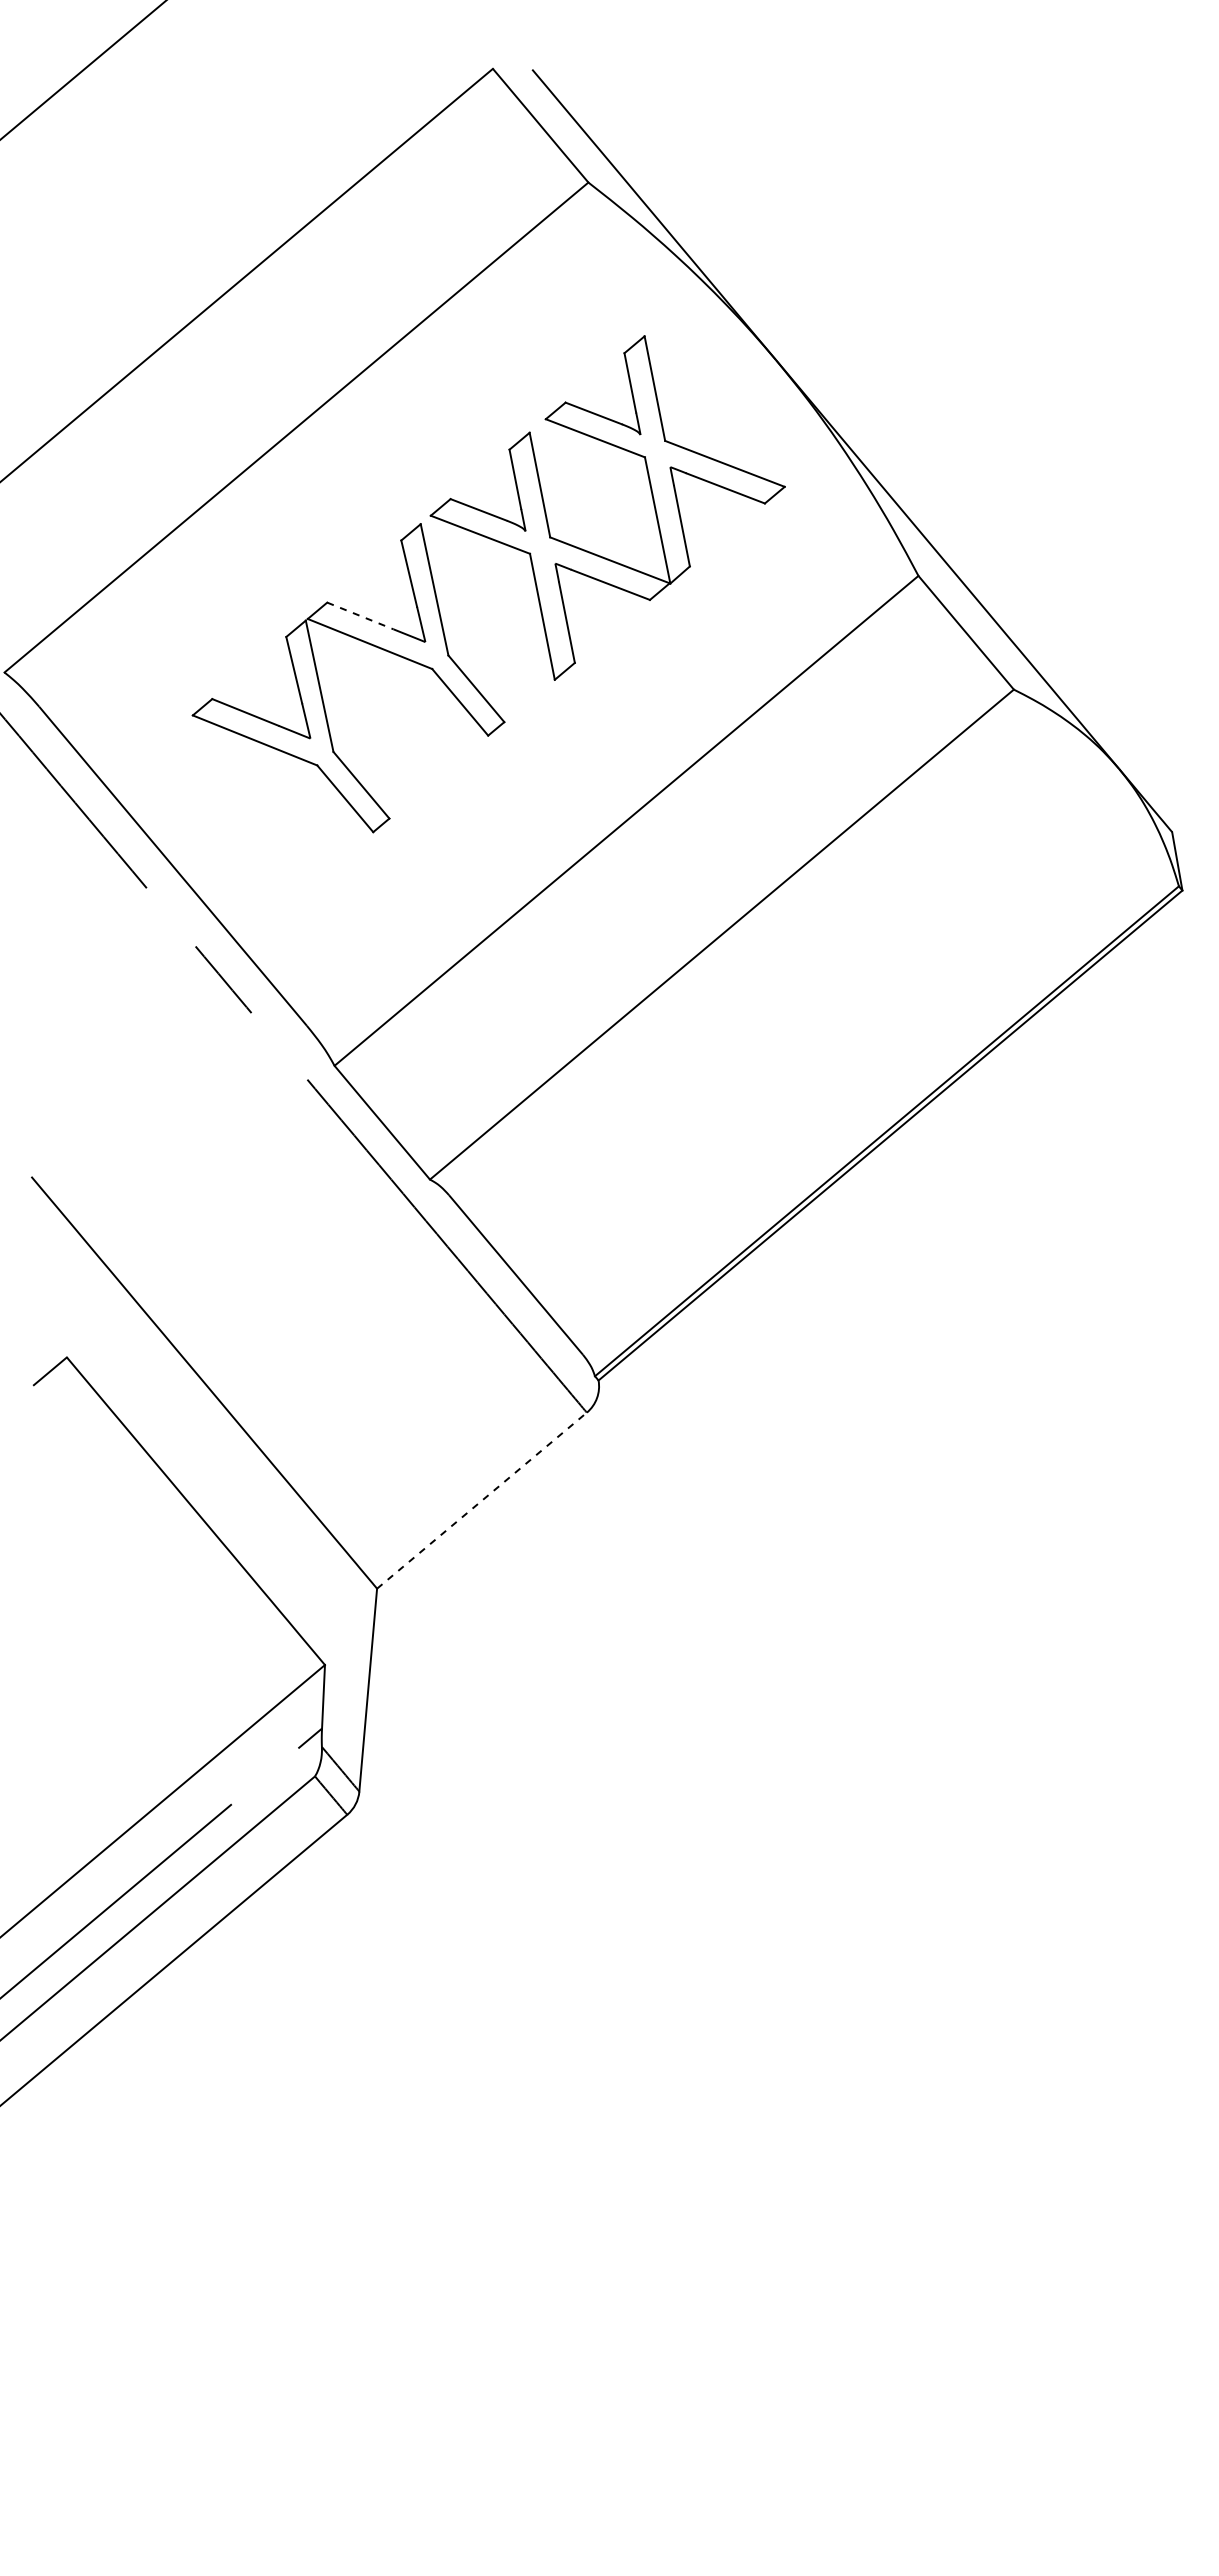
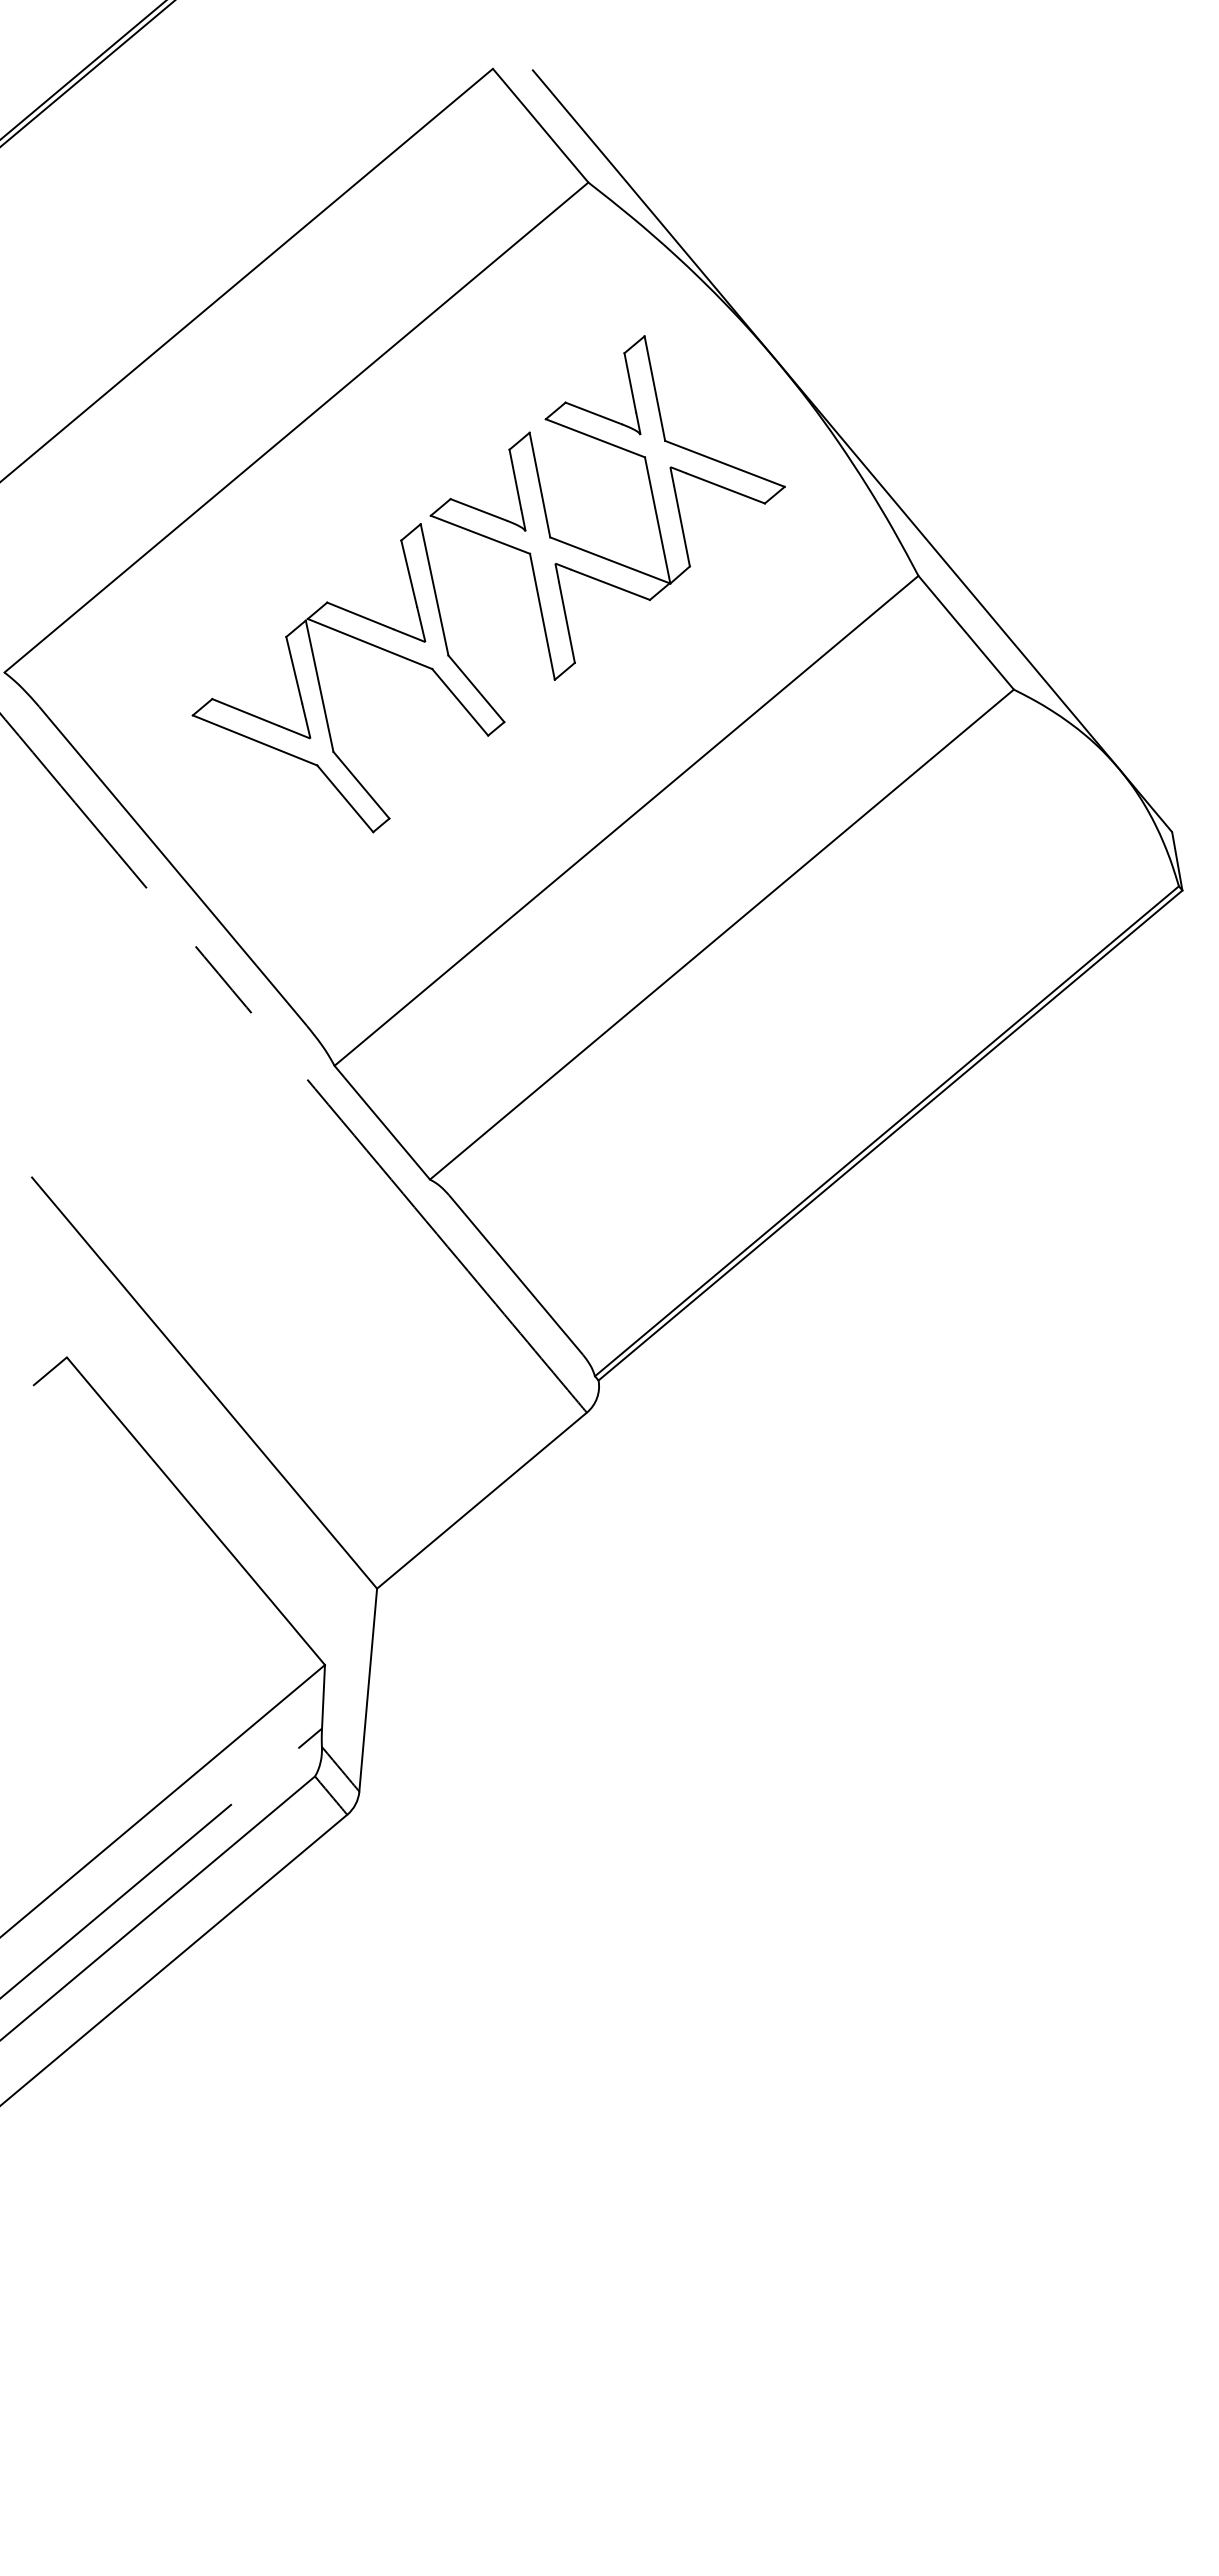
line at (87, 73): none -> present
line at (360, 615): dashed -> solid
line at (481, 1500): dashed -> solid
